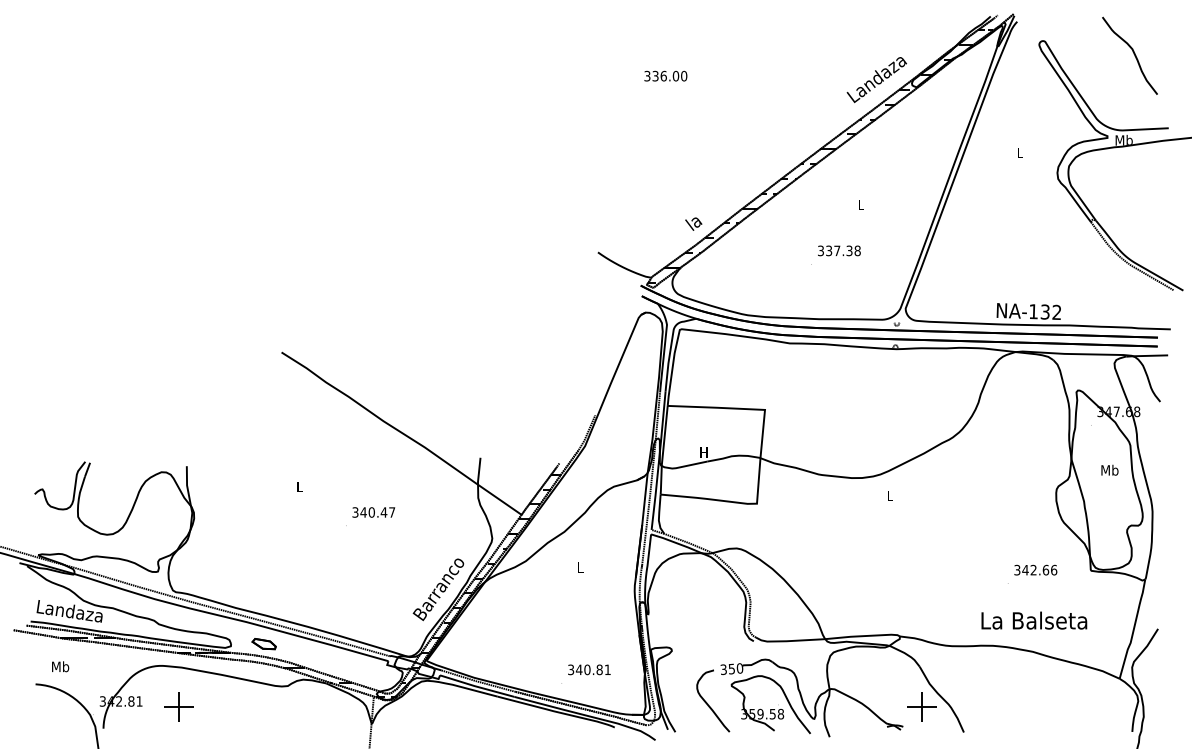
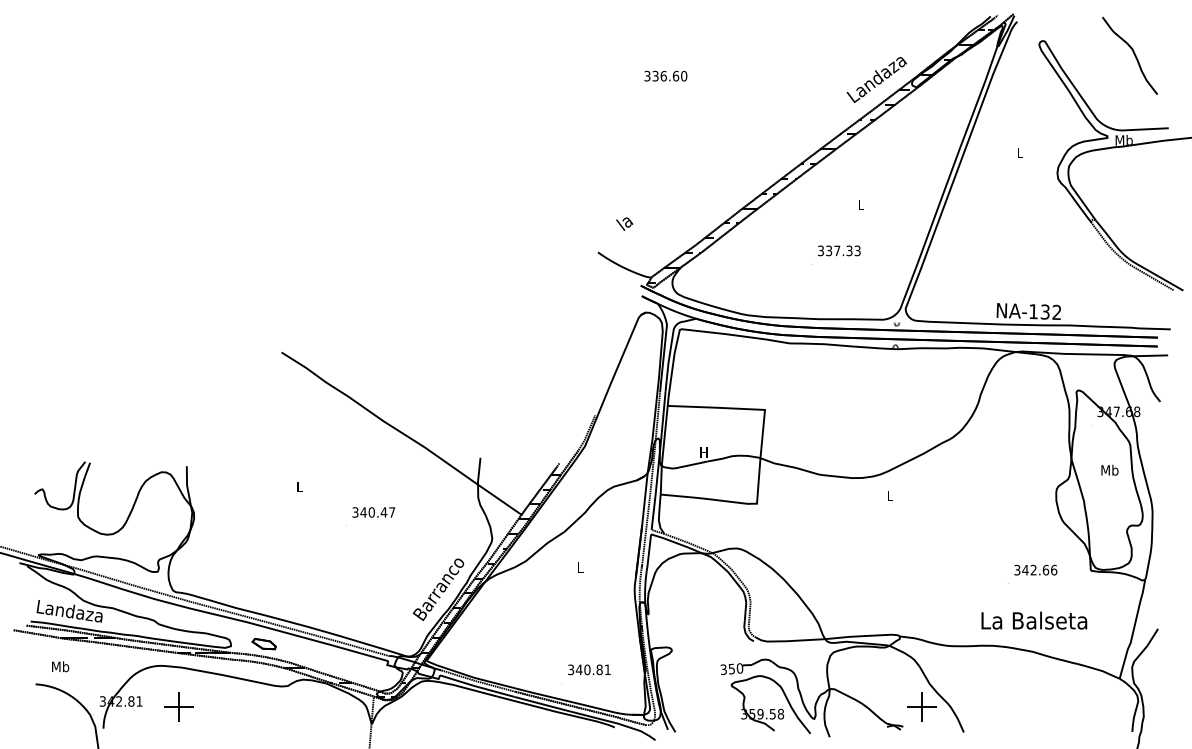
text at (676, 76): 336.00 -> 336.60
text at (693, 223) position: (693, 223) -> (624, 223)
text at (857, 250): 337.38 -> 337.33
curve at (707, 702): present -> none
